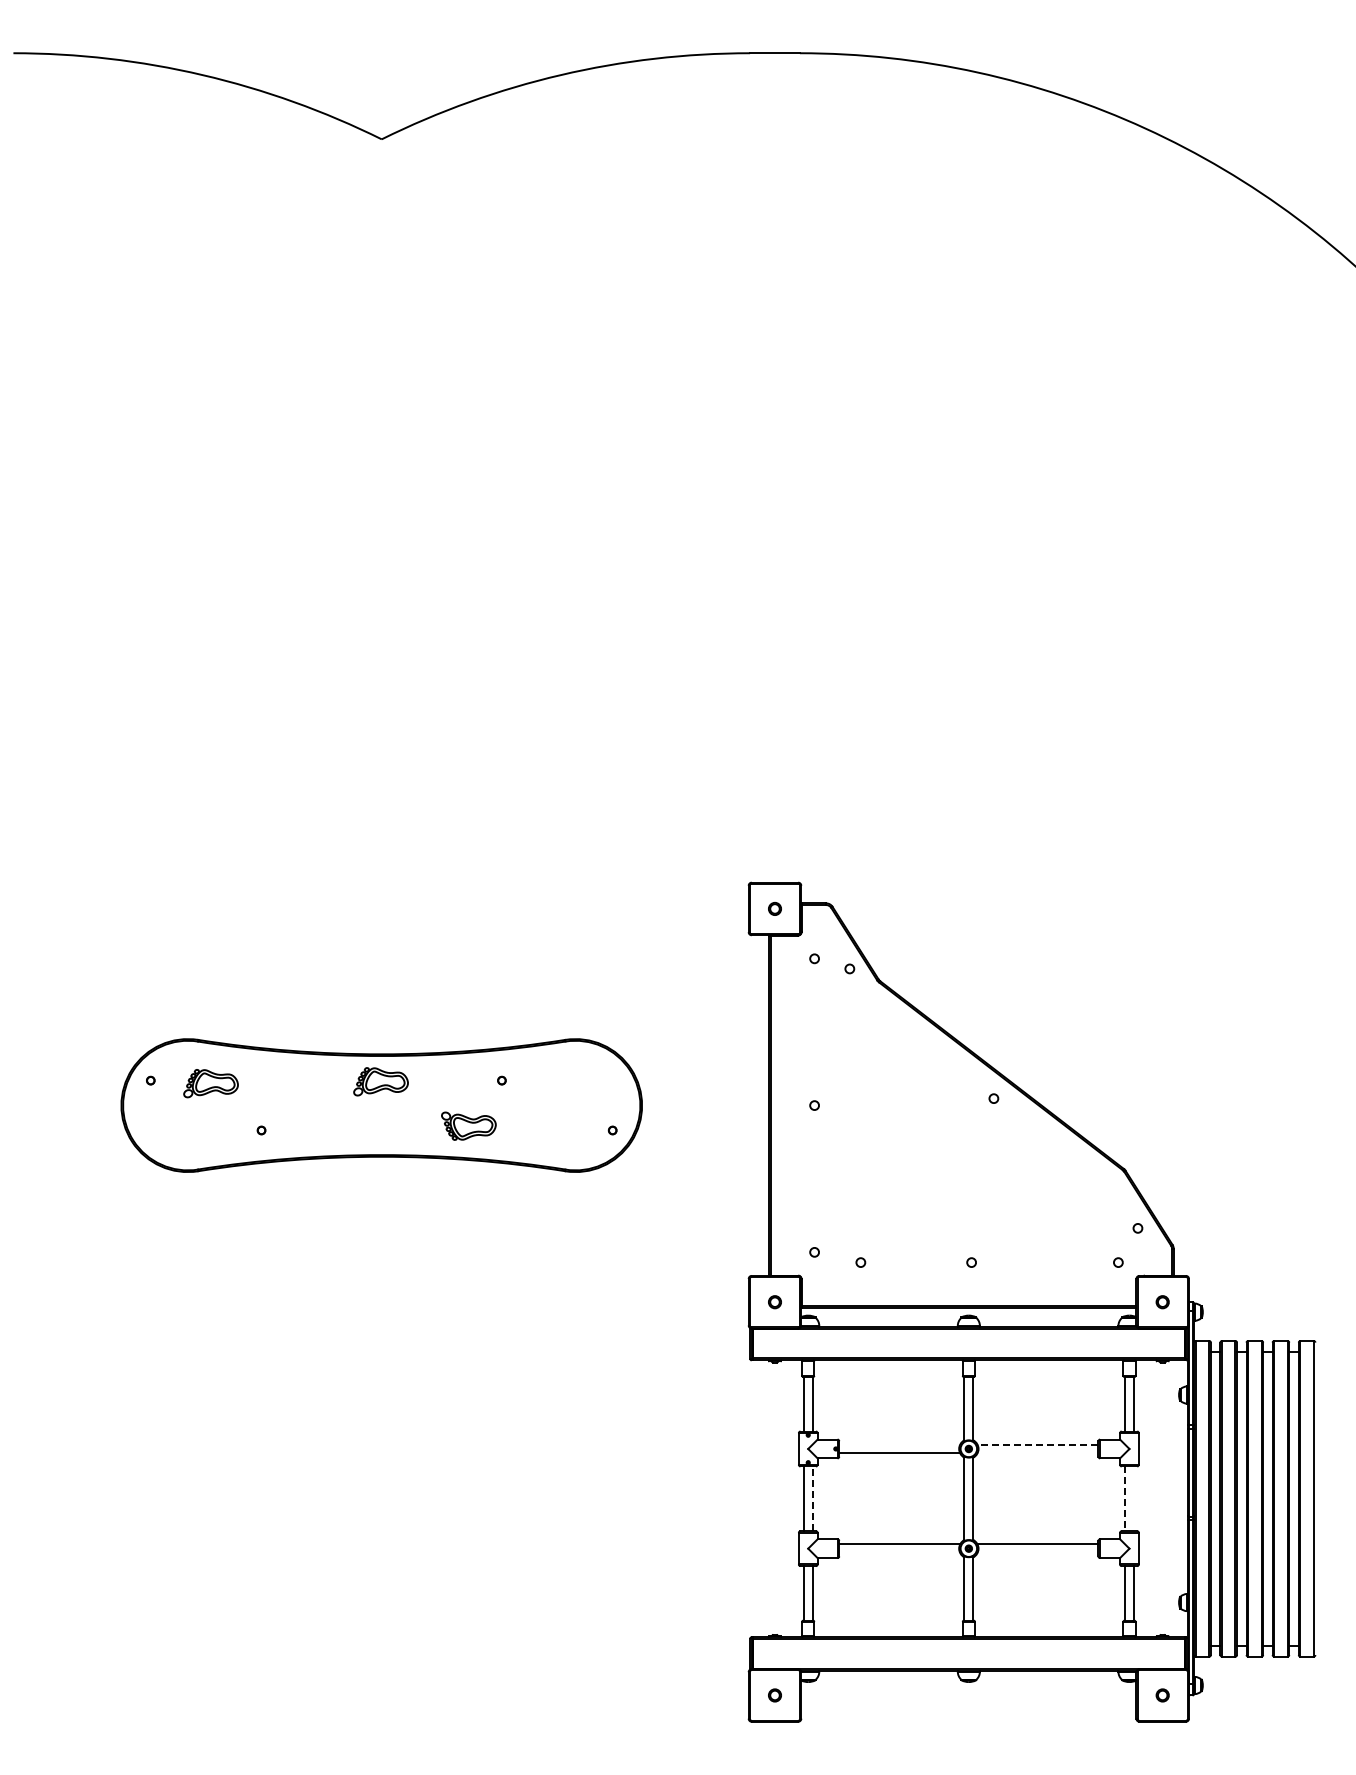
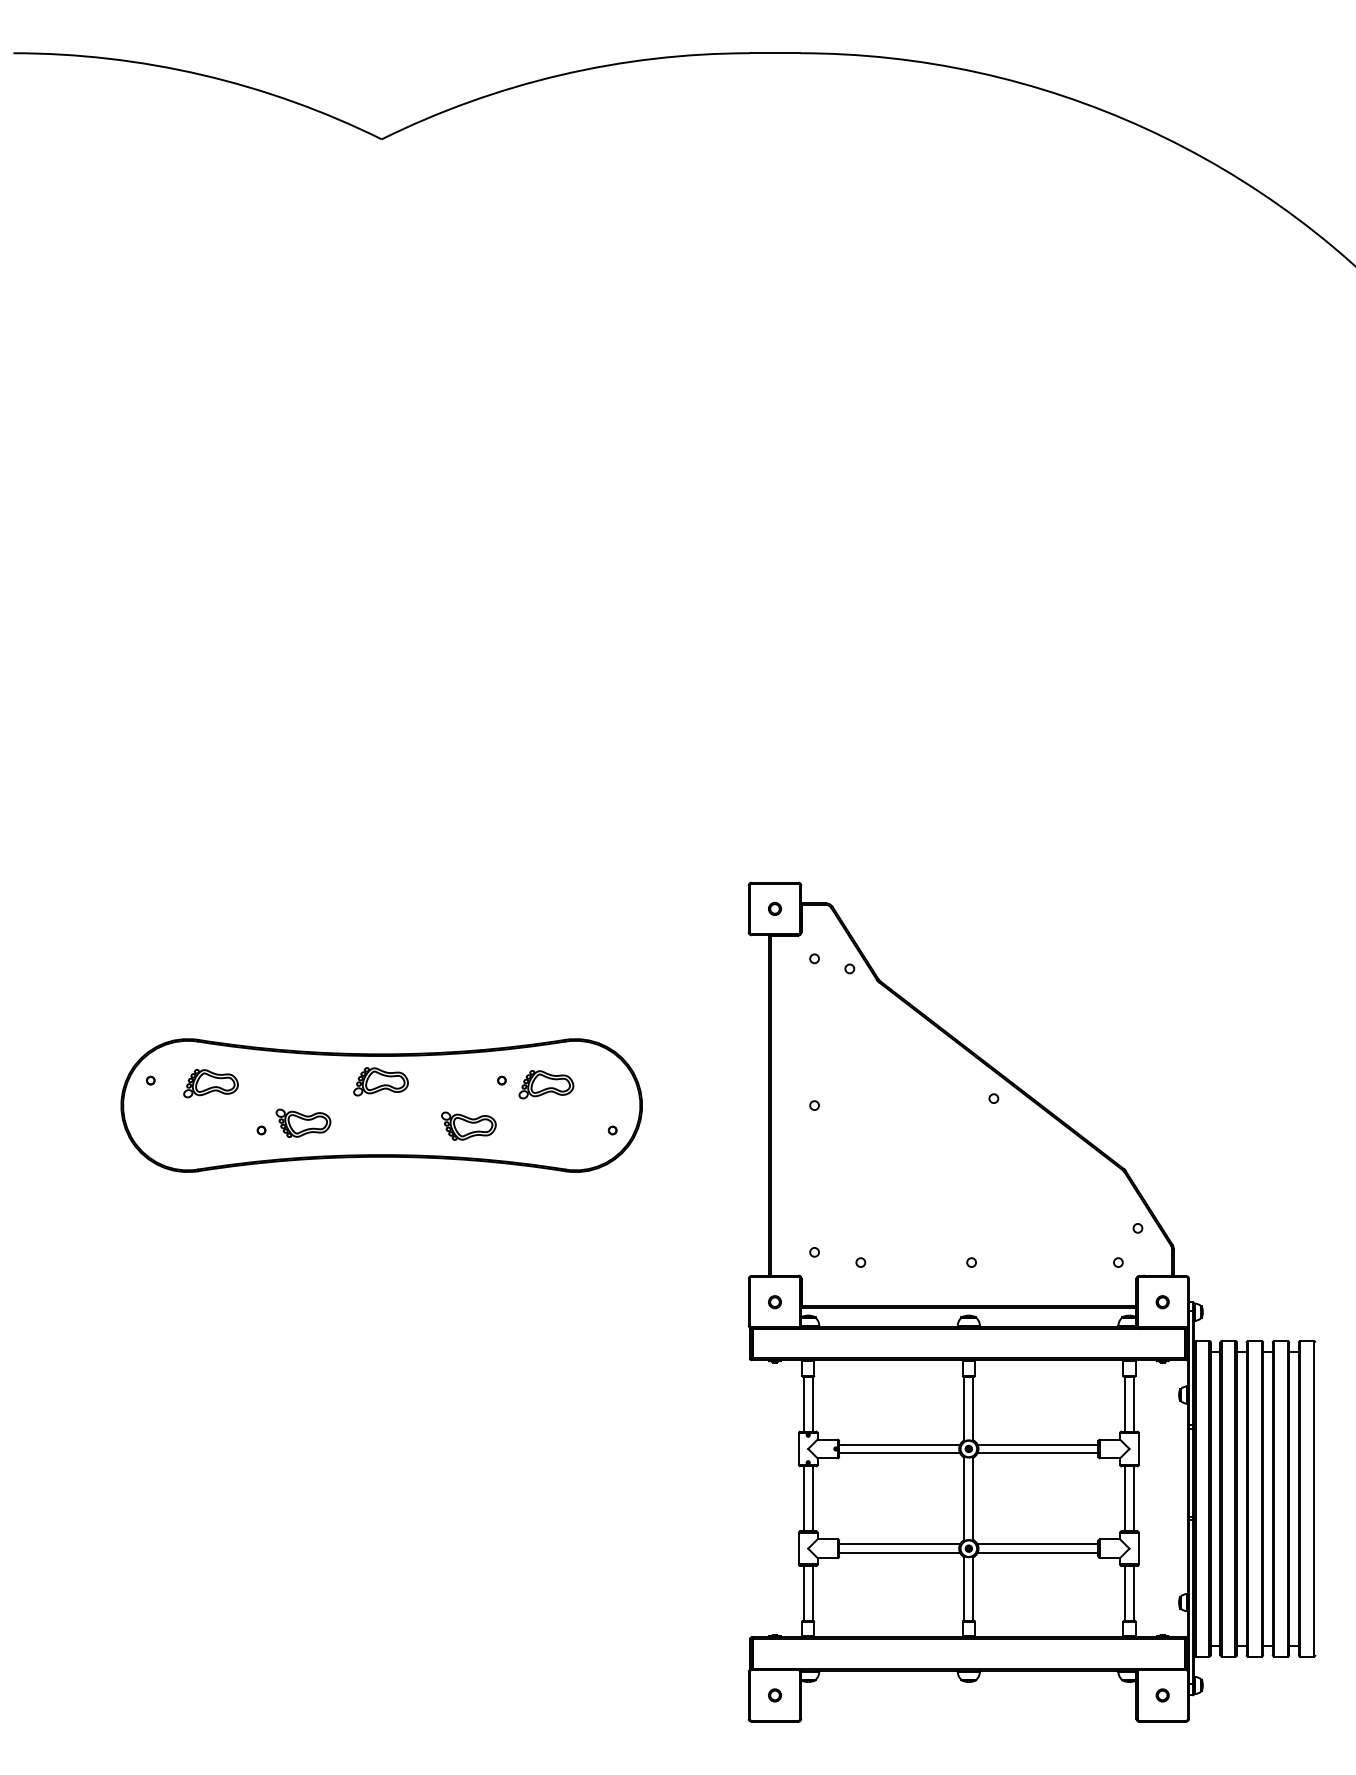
part at (546, 1084): none -> present
part at (303, 1122): none -> present
line at (899, 1444): none -> present
line at (1037, 1444): dashed -> solid
line at (1037, 1453): none -> present
line at (812, 1498): dashed -> solid
line at (1133, 1498): none -> present
line at (1125, 1499): dashed -> solid
line at (899, 1553): none -> present
line at (1037, 1553): none -> present
